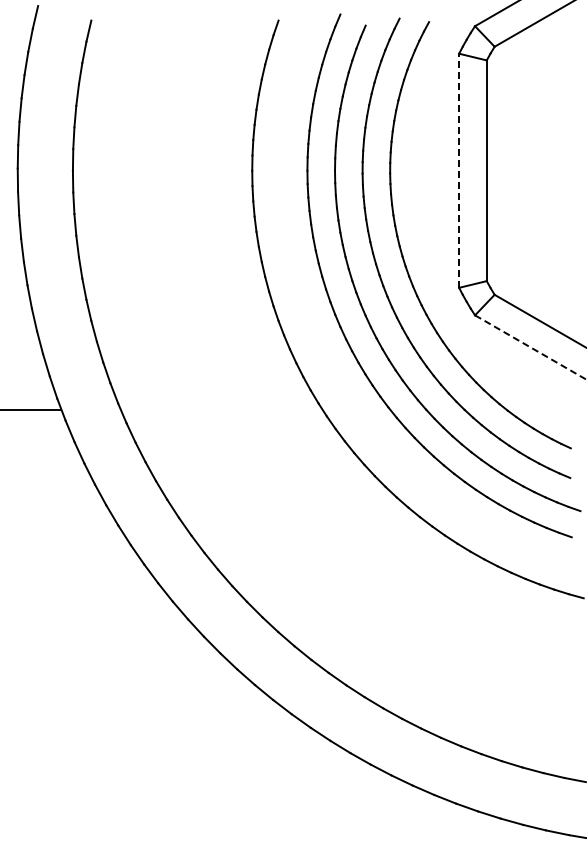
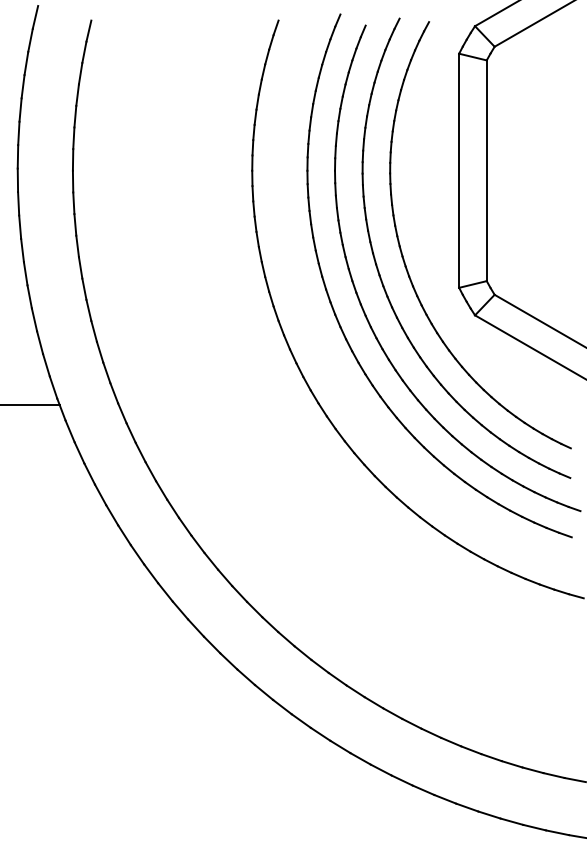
line at (459, 170): dashed -> solid
line at (531, 347): dashed -> solid
line at (30, 410) position: (30, 410) -> (30, 405)
